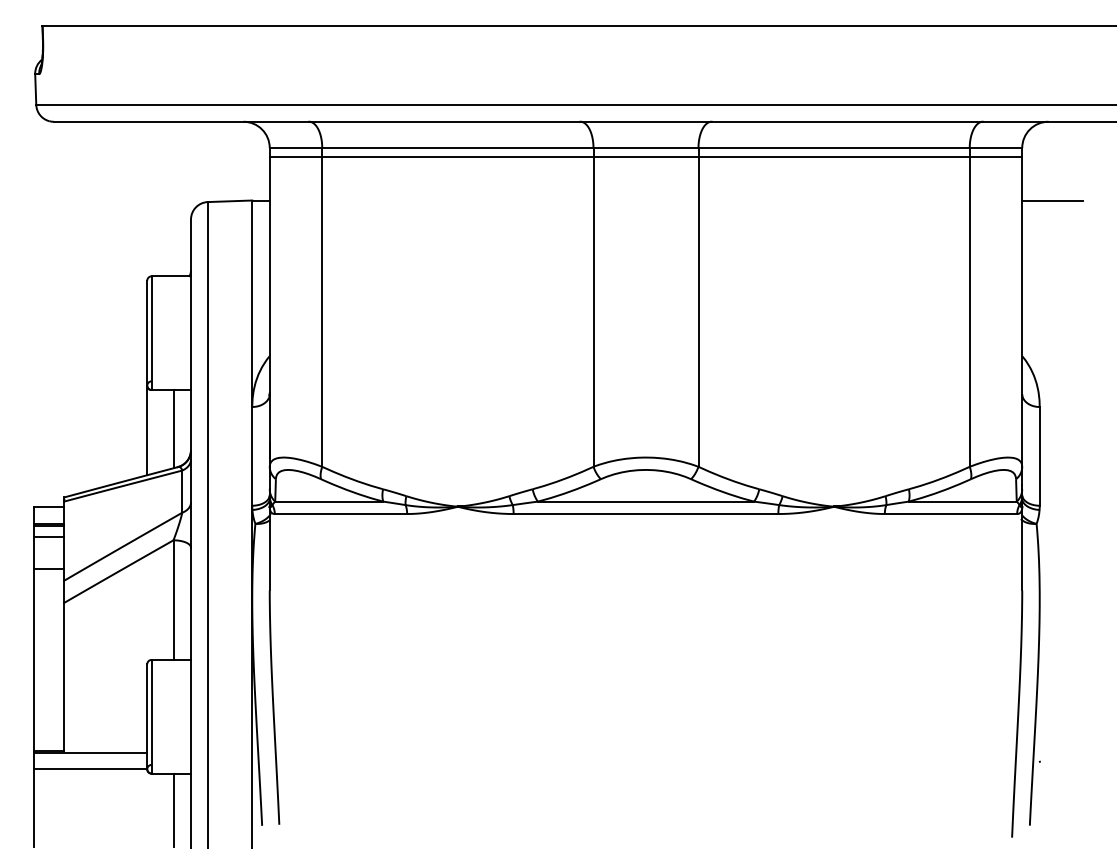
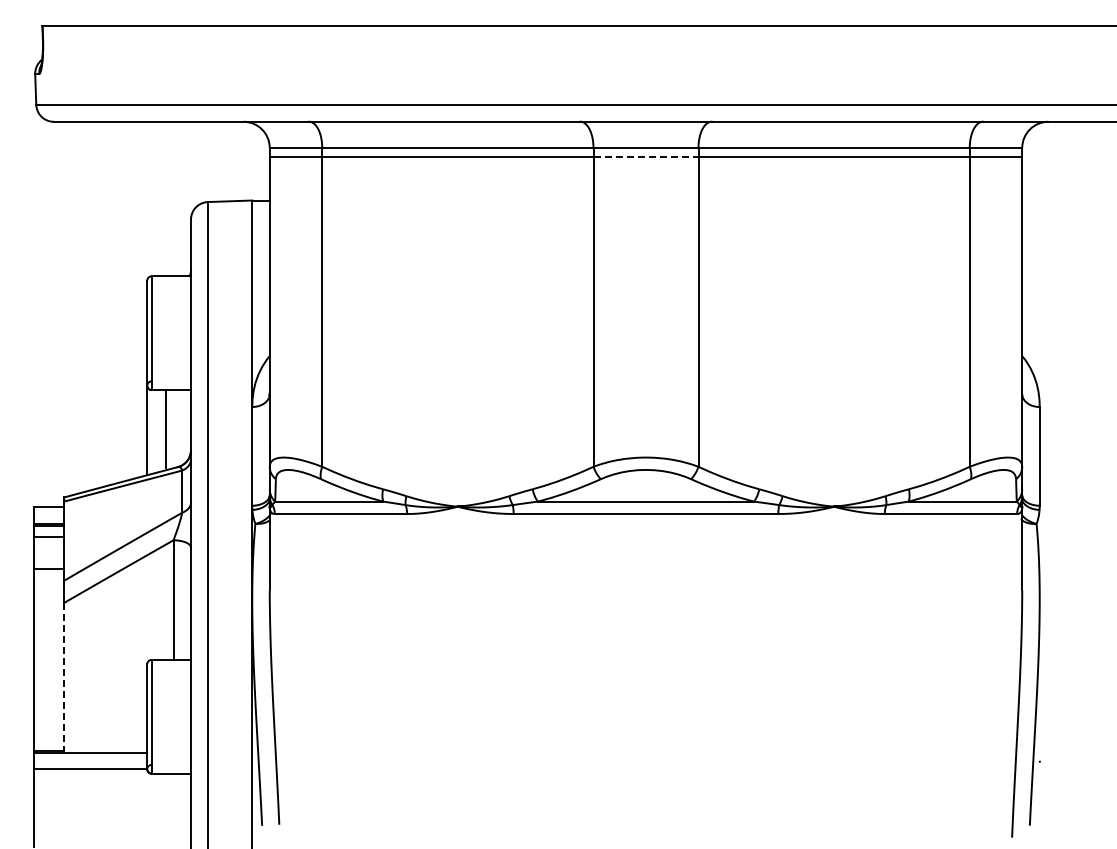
line at (646, 156): solid -> dashed
line at (1052, 200): present -> none
line at (173, 429) position: (173, 429) -> (165, 429)
line at (64, 677): solid -> dashed
line at (173, 809): present -> none
